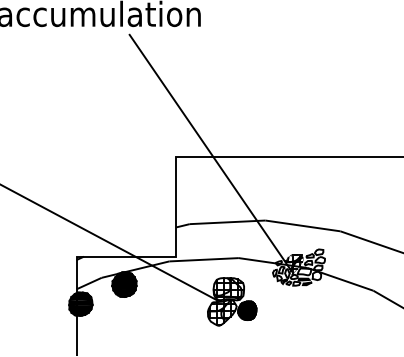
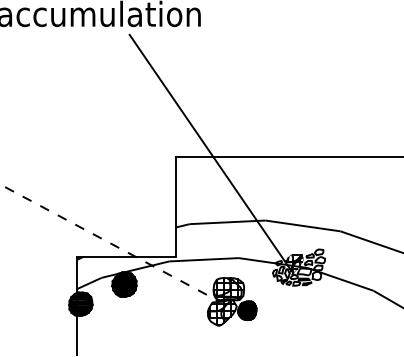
line at (109, 242): solid -> dashed
